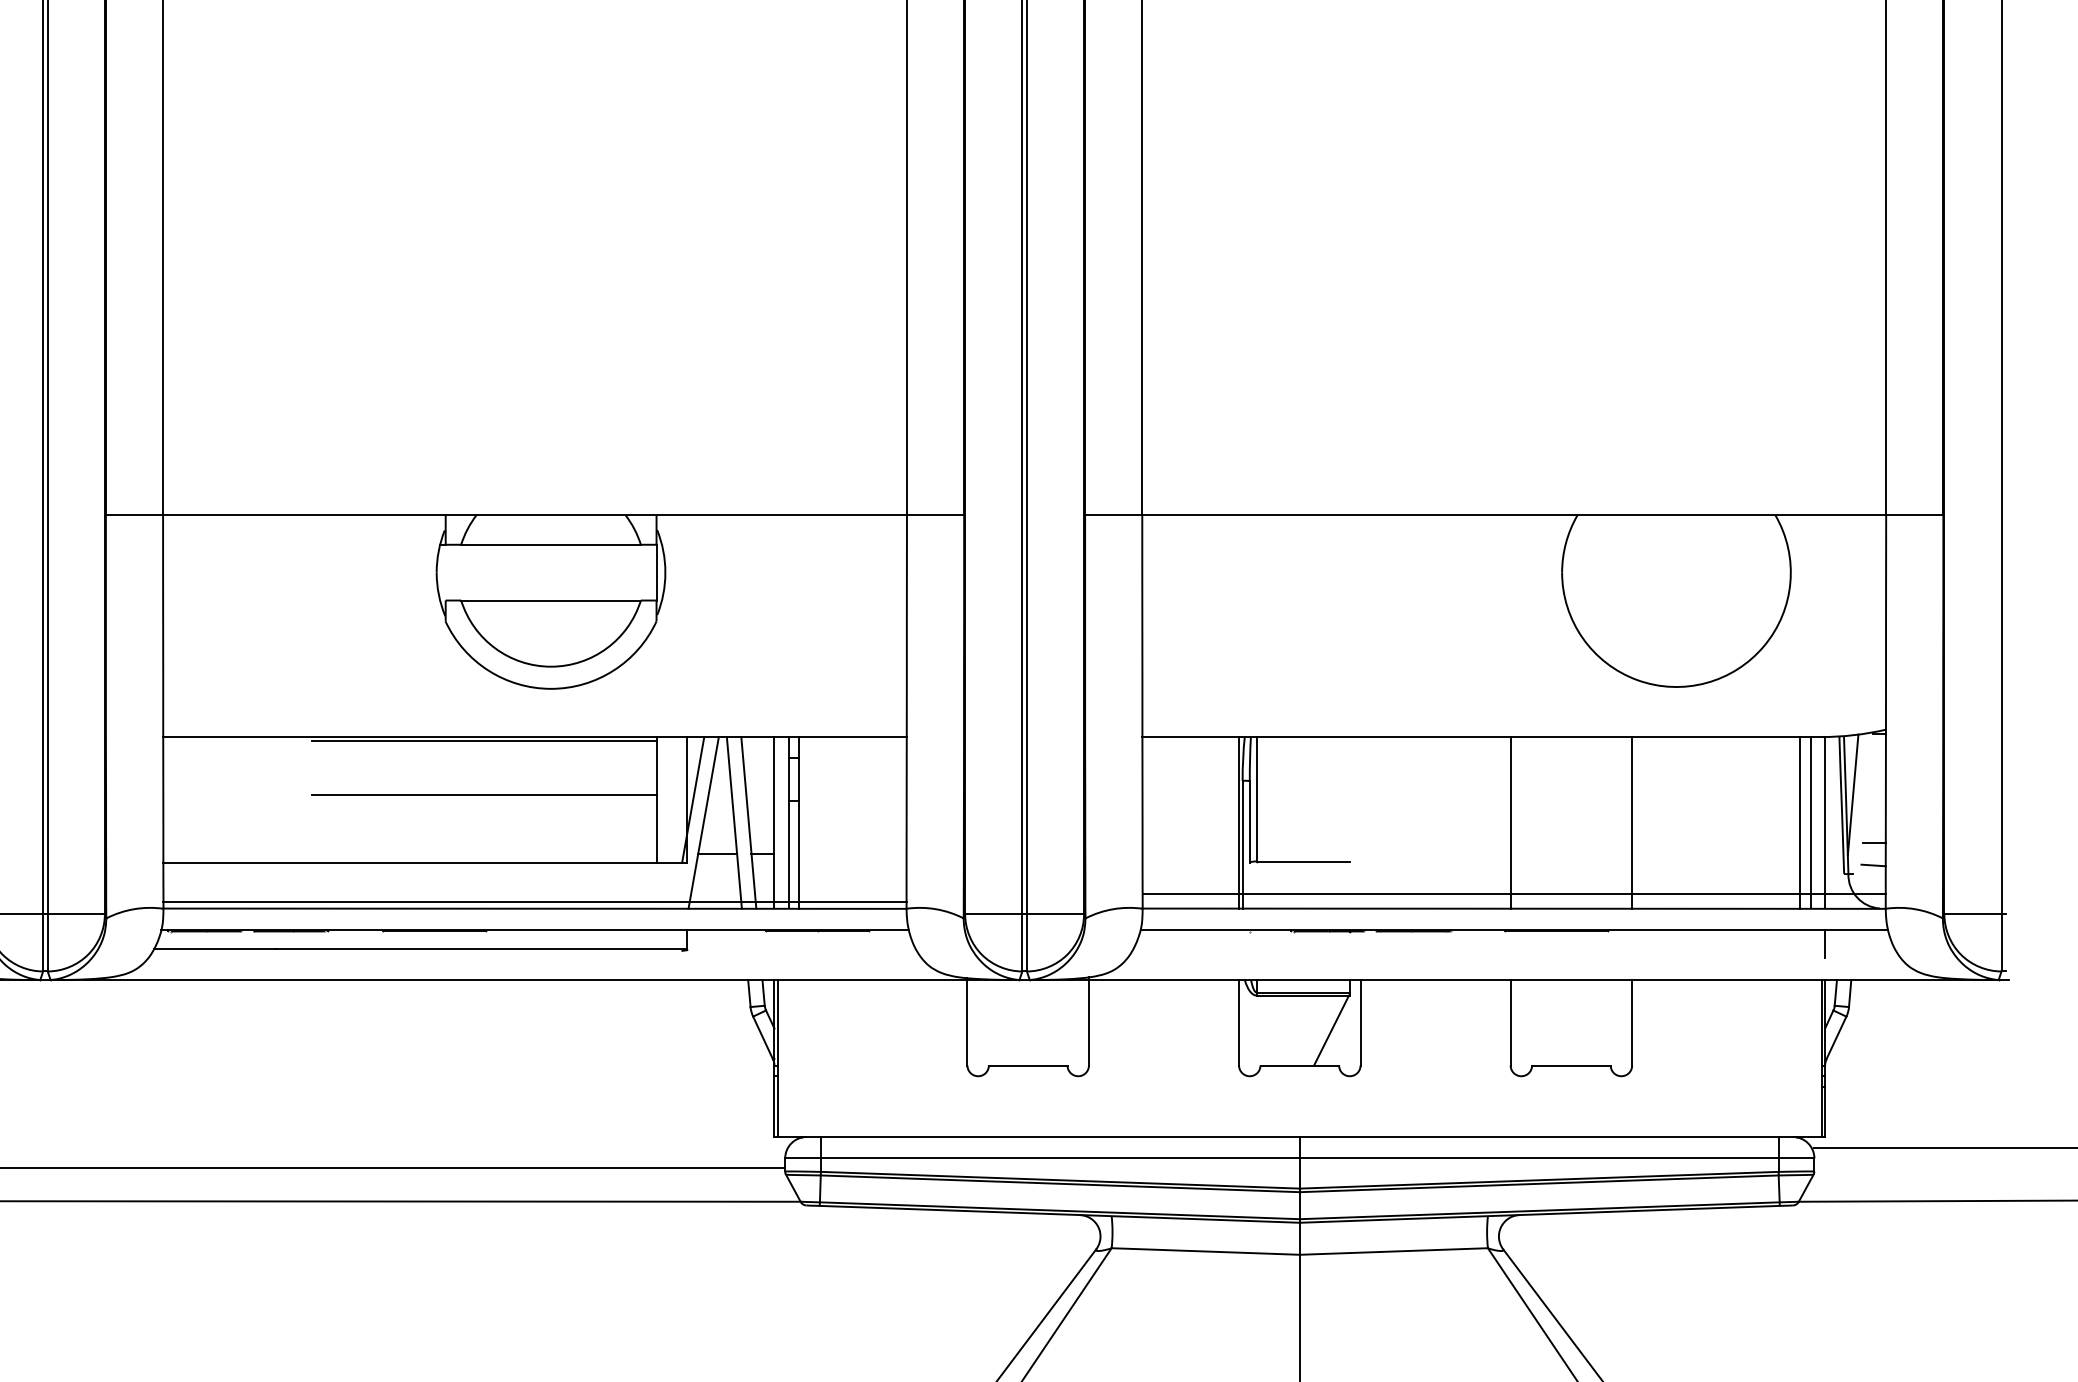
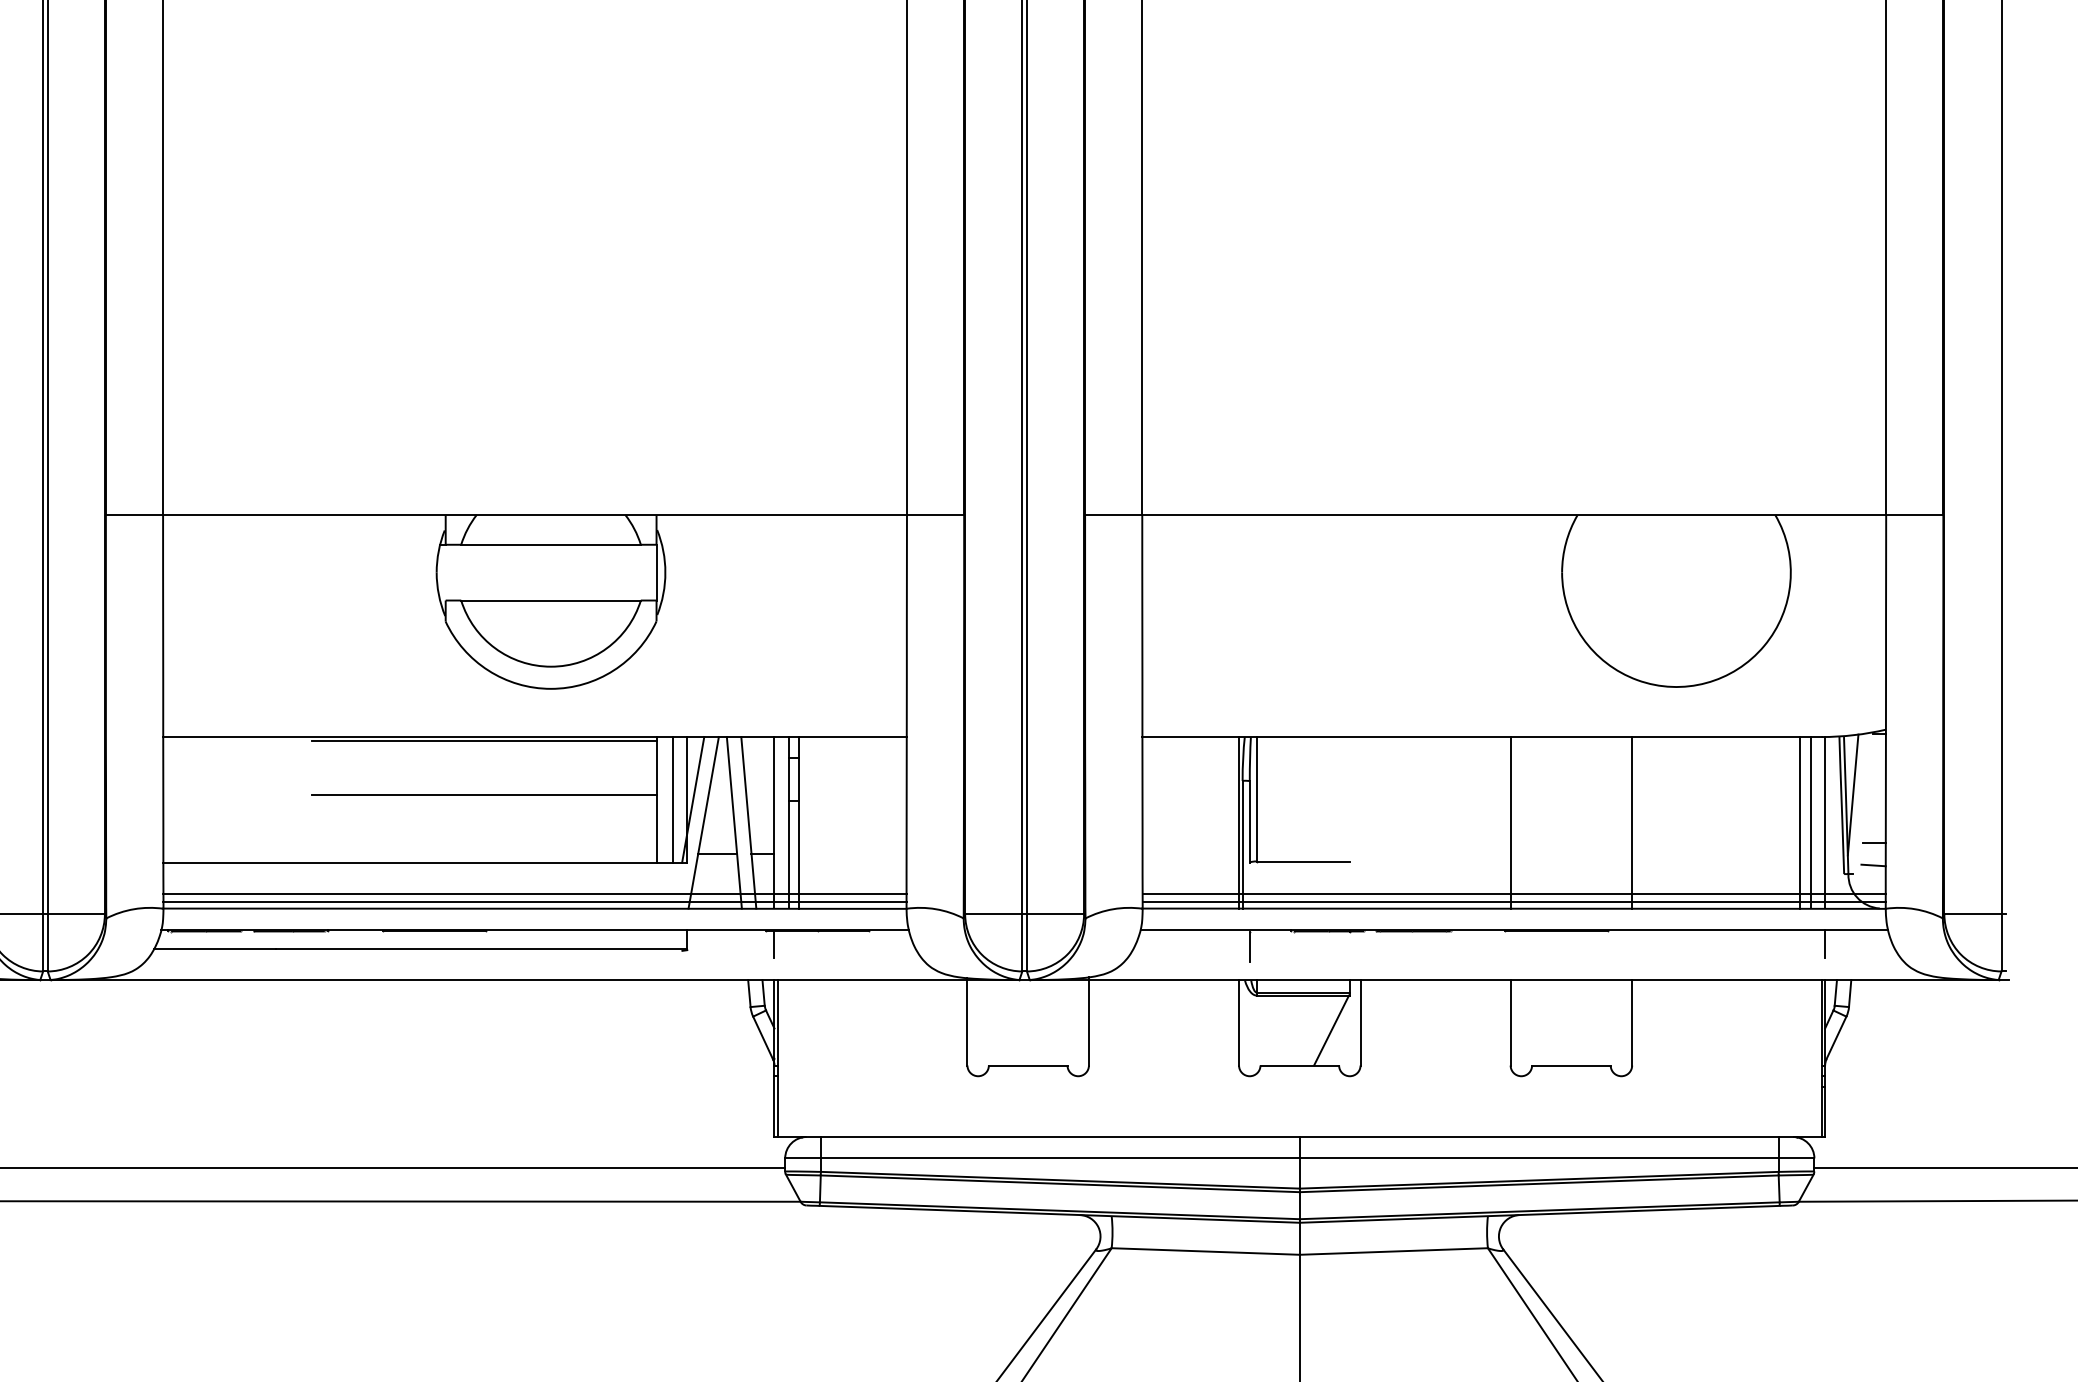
line at (672, 799): none -> present
line at (534, 894): none -> present
line at (1513, 901): none -> present
line at (774, 944): none -> present
line at (1249, 946): none -> present
line at (1944, 1147) position: (1944, 1147) -> (1944, 1167)
